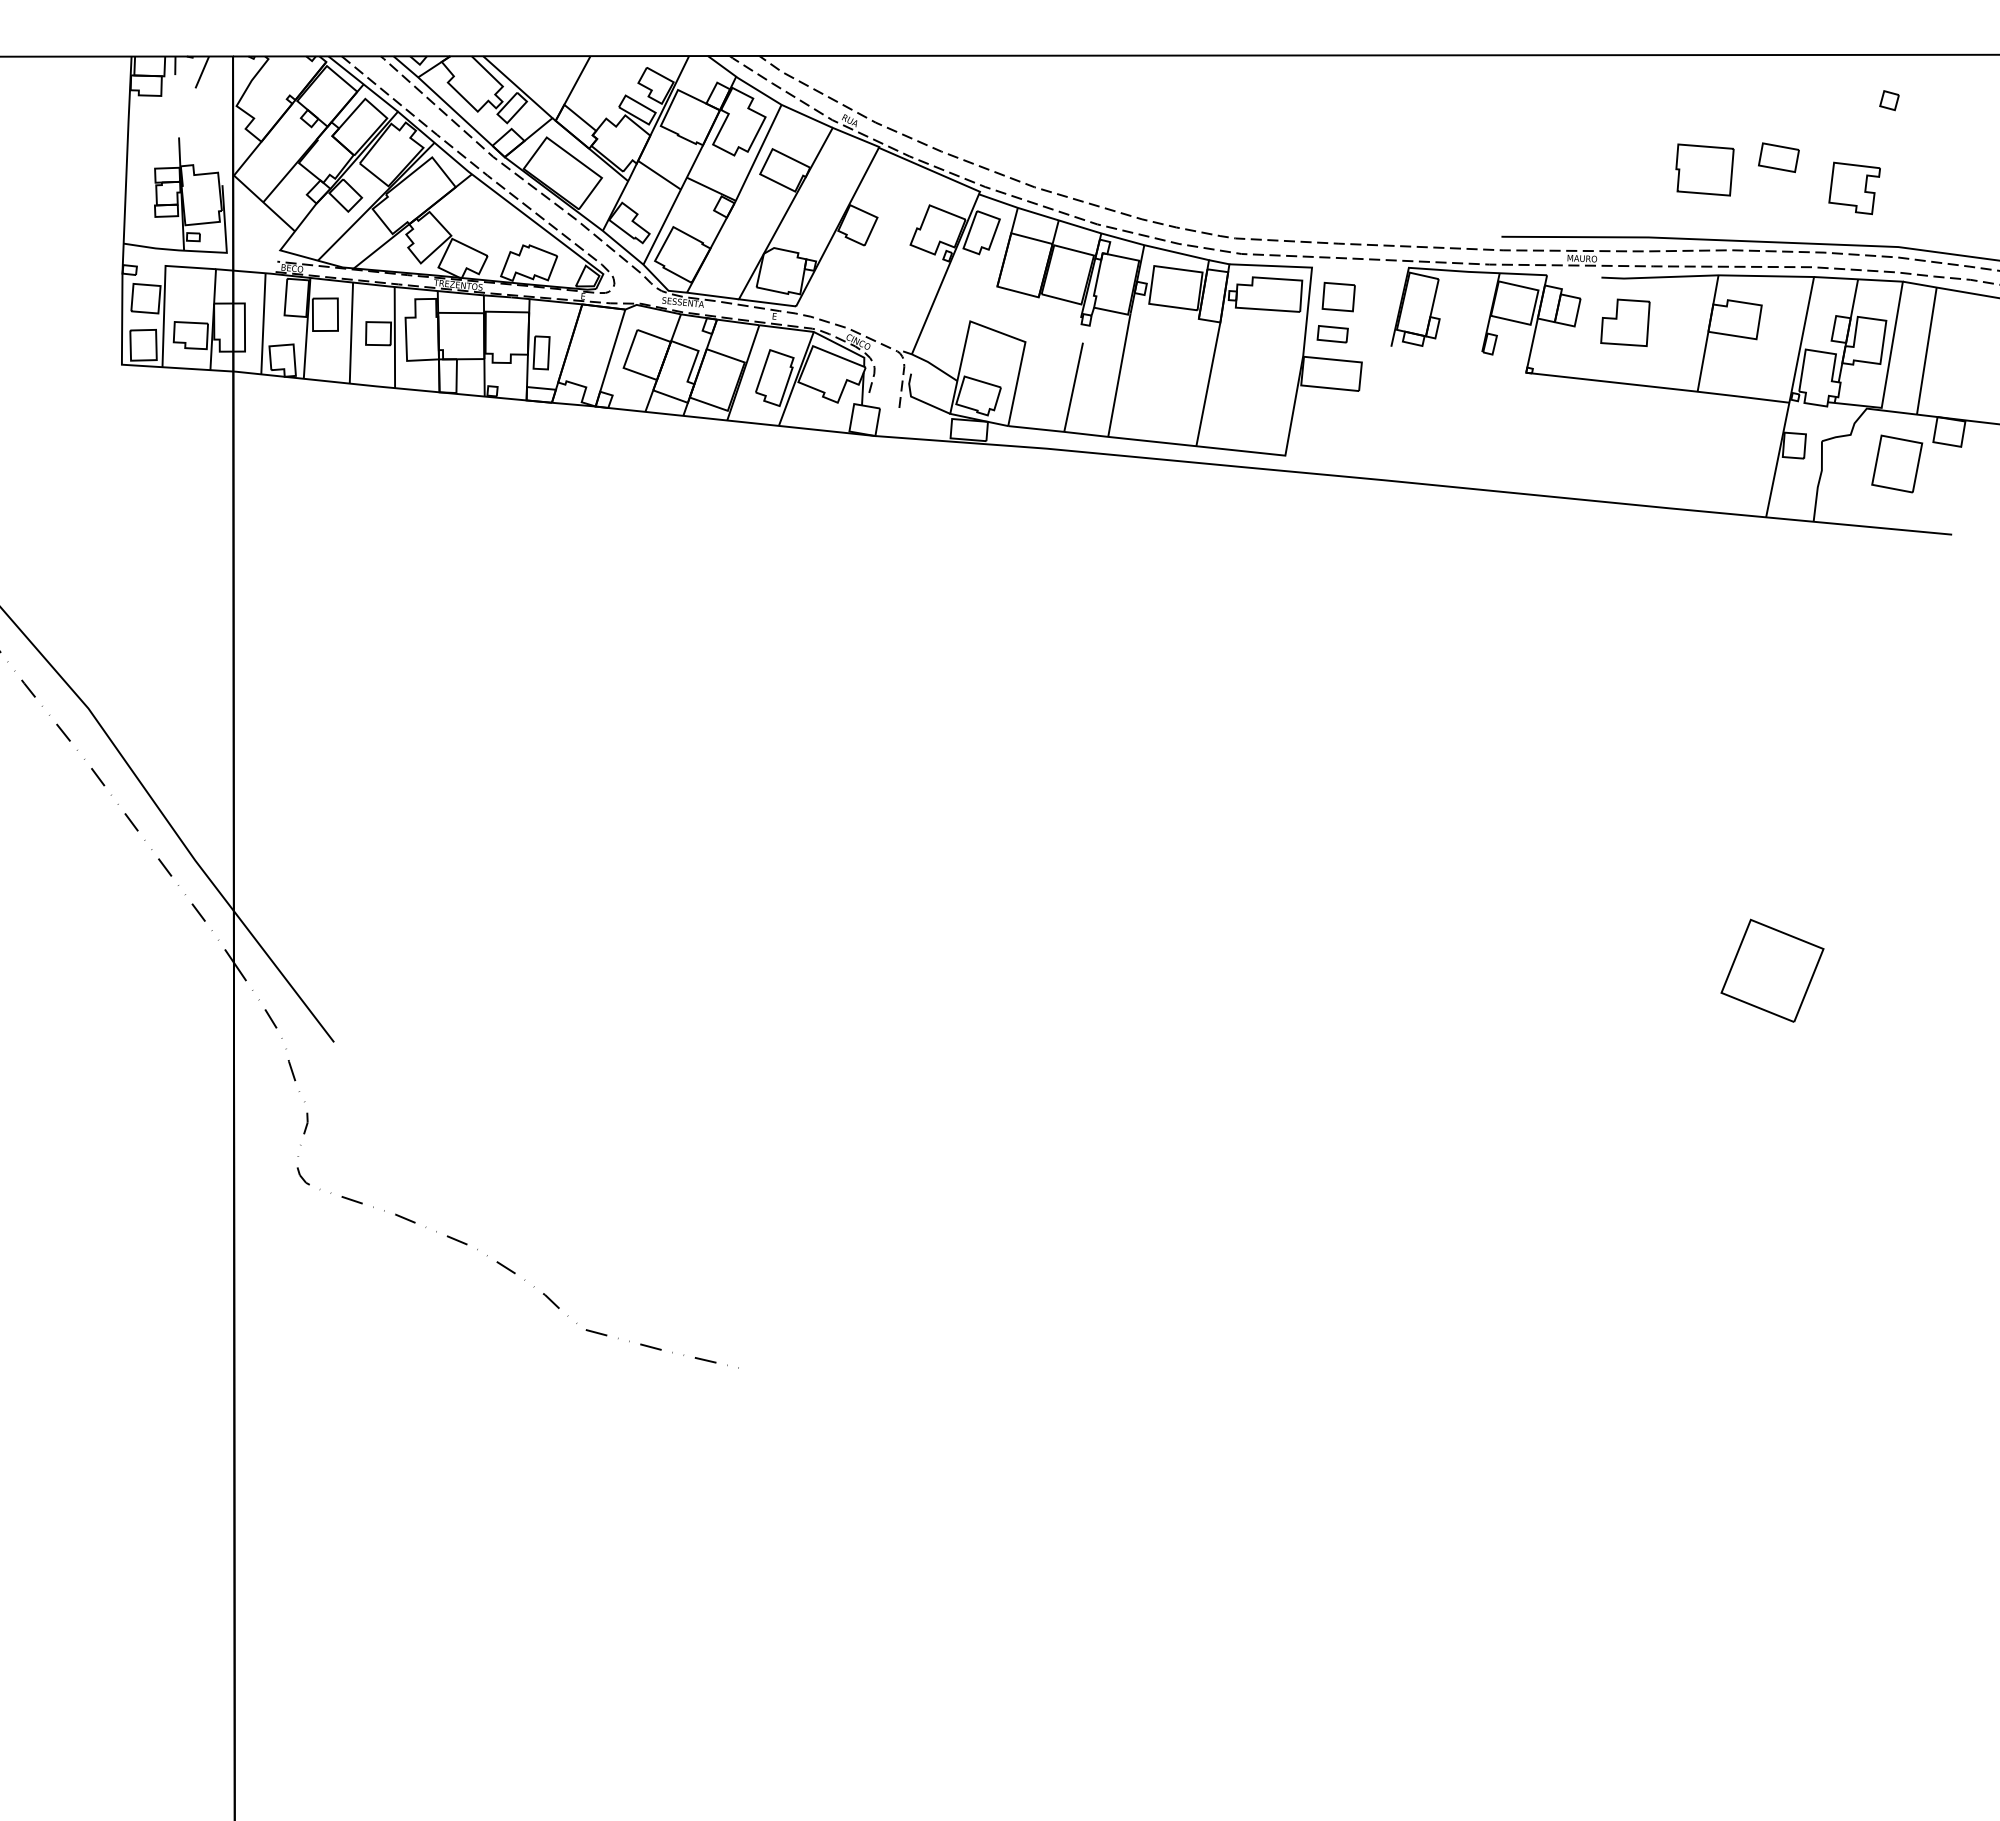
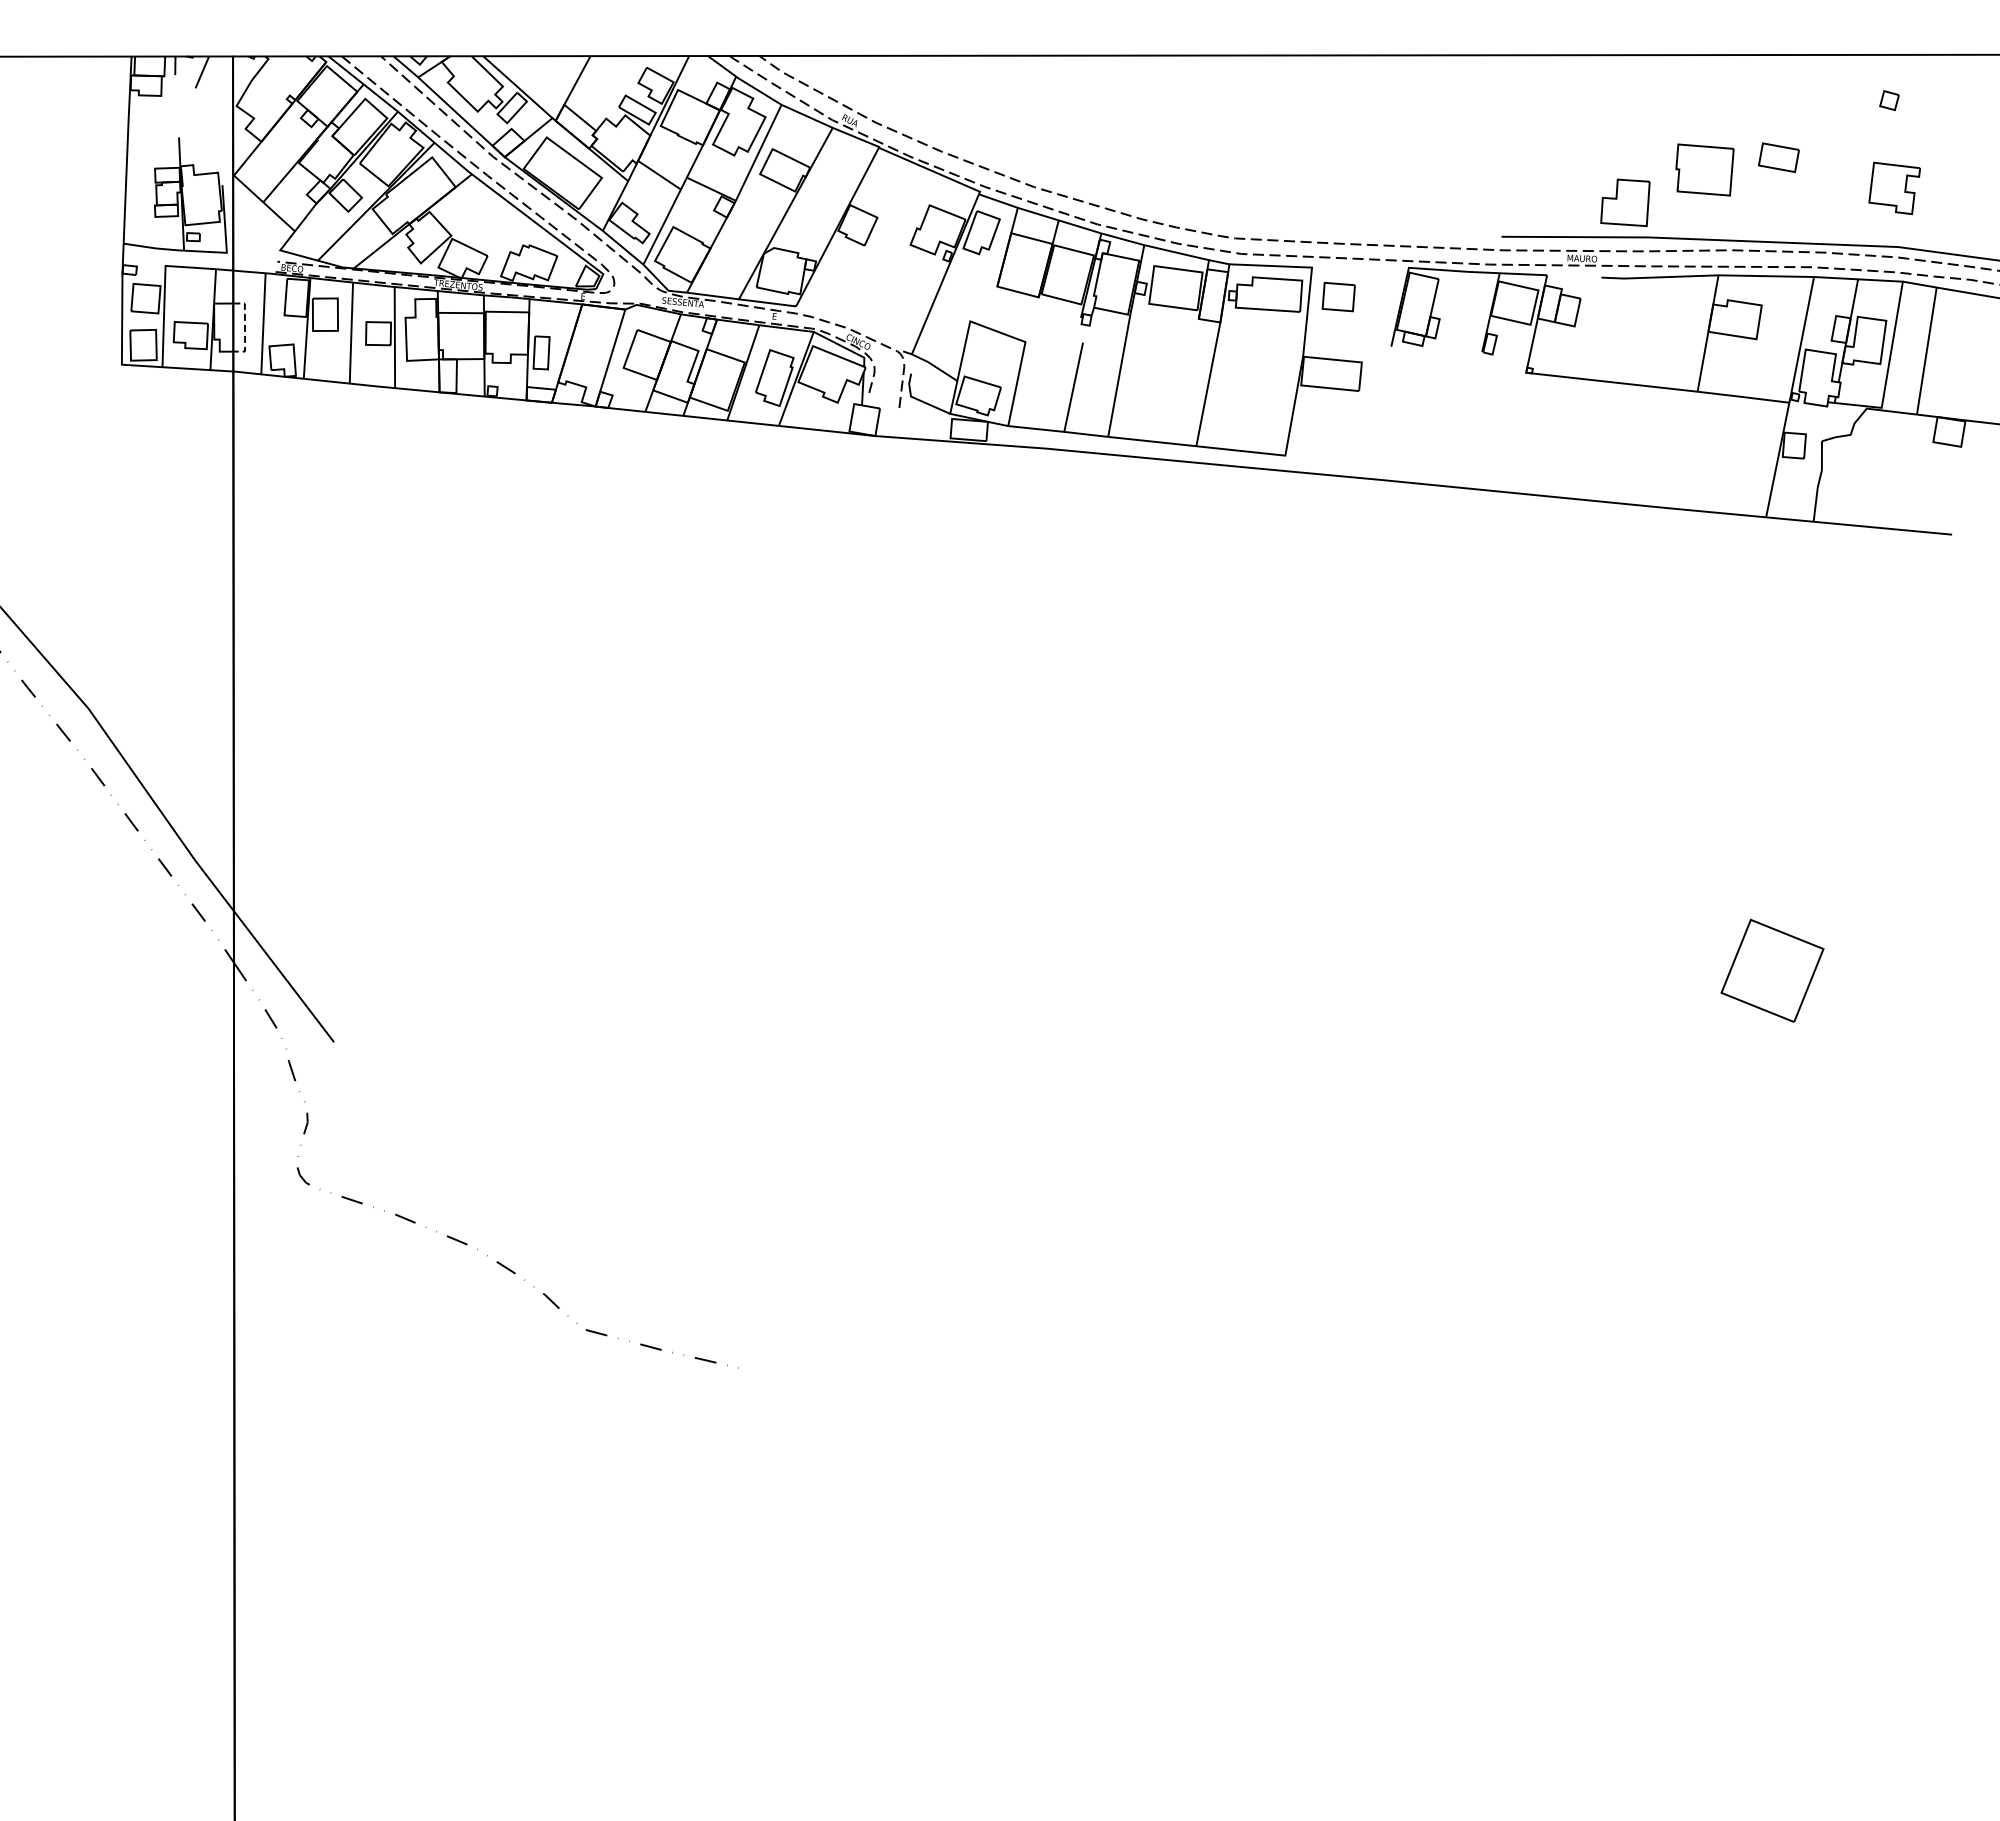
part at (1854, 188) position: (1854, 188) -> (1894, 188)
part at (1625, 322) position: (1625, 322) -> (1625, 202)
line at (244, 328): solid -> dashed
part at (1332, 334): present -> none
part at (1897, 463): present -> none
